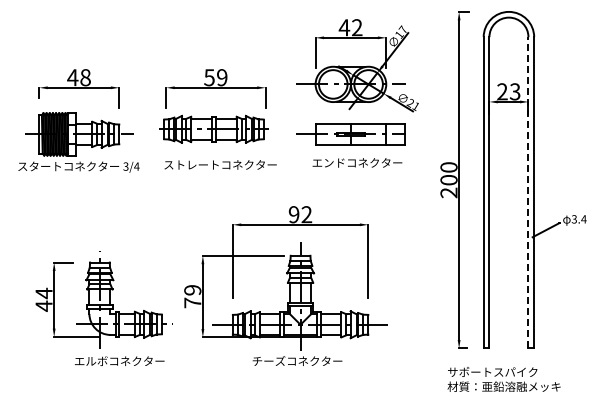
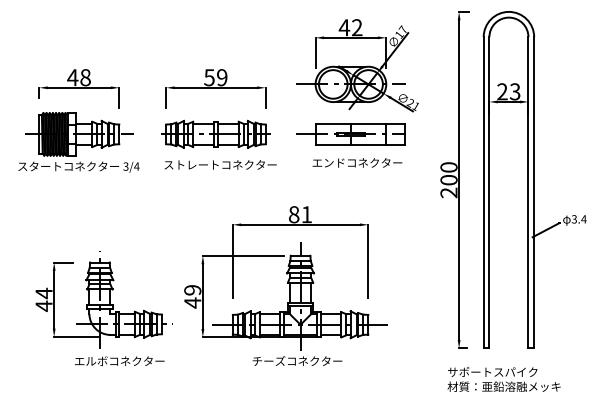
part at (213, 128) position: (213, 128) -> (215, 133)
line at (528, 192): dashed -> solid
text at (300, 214): 92 -> 81
text at (192, 302): 79 -> 49
